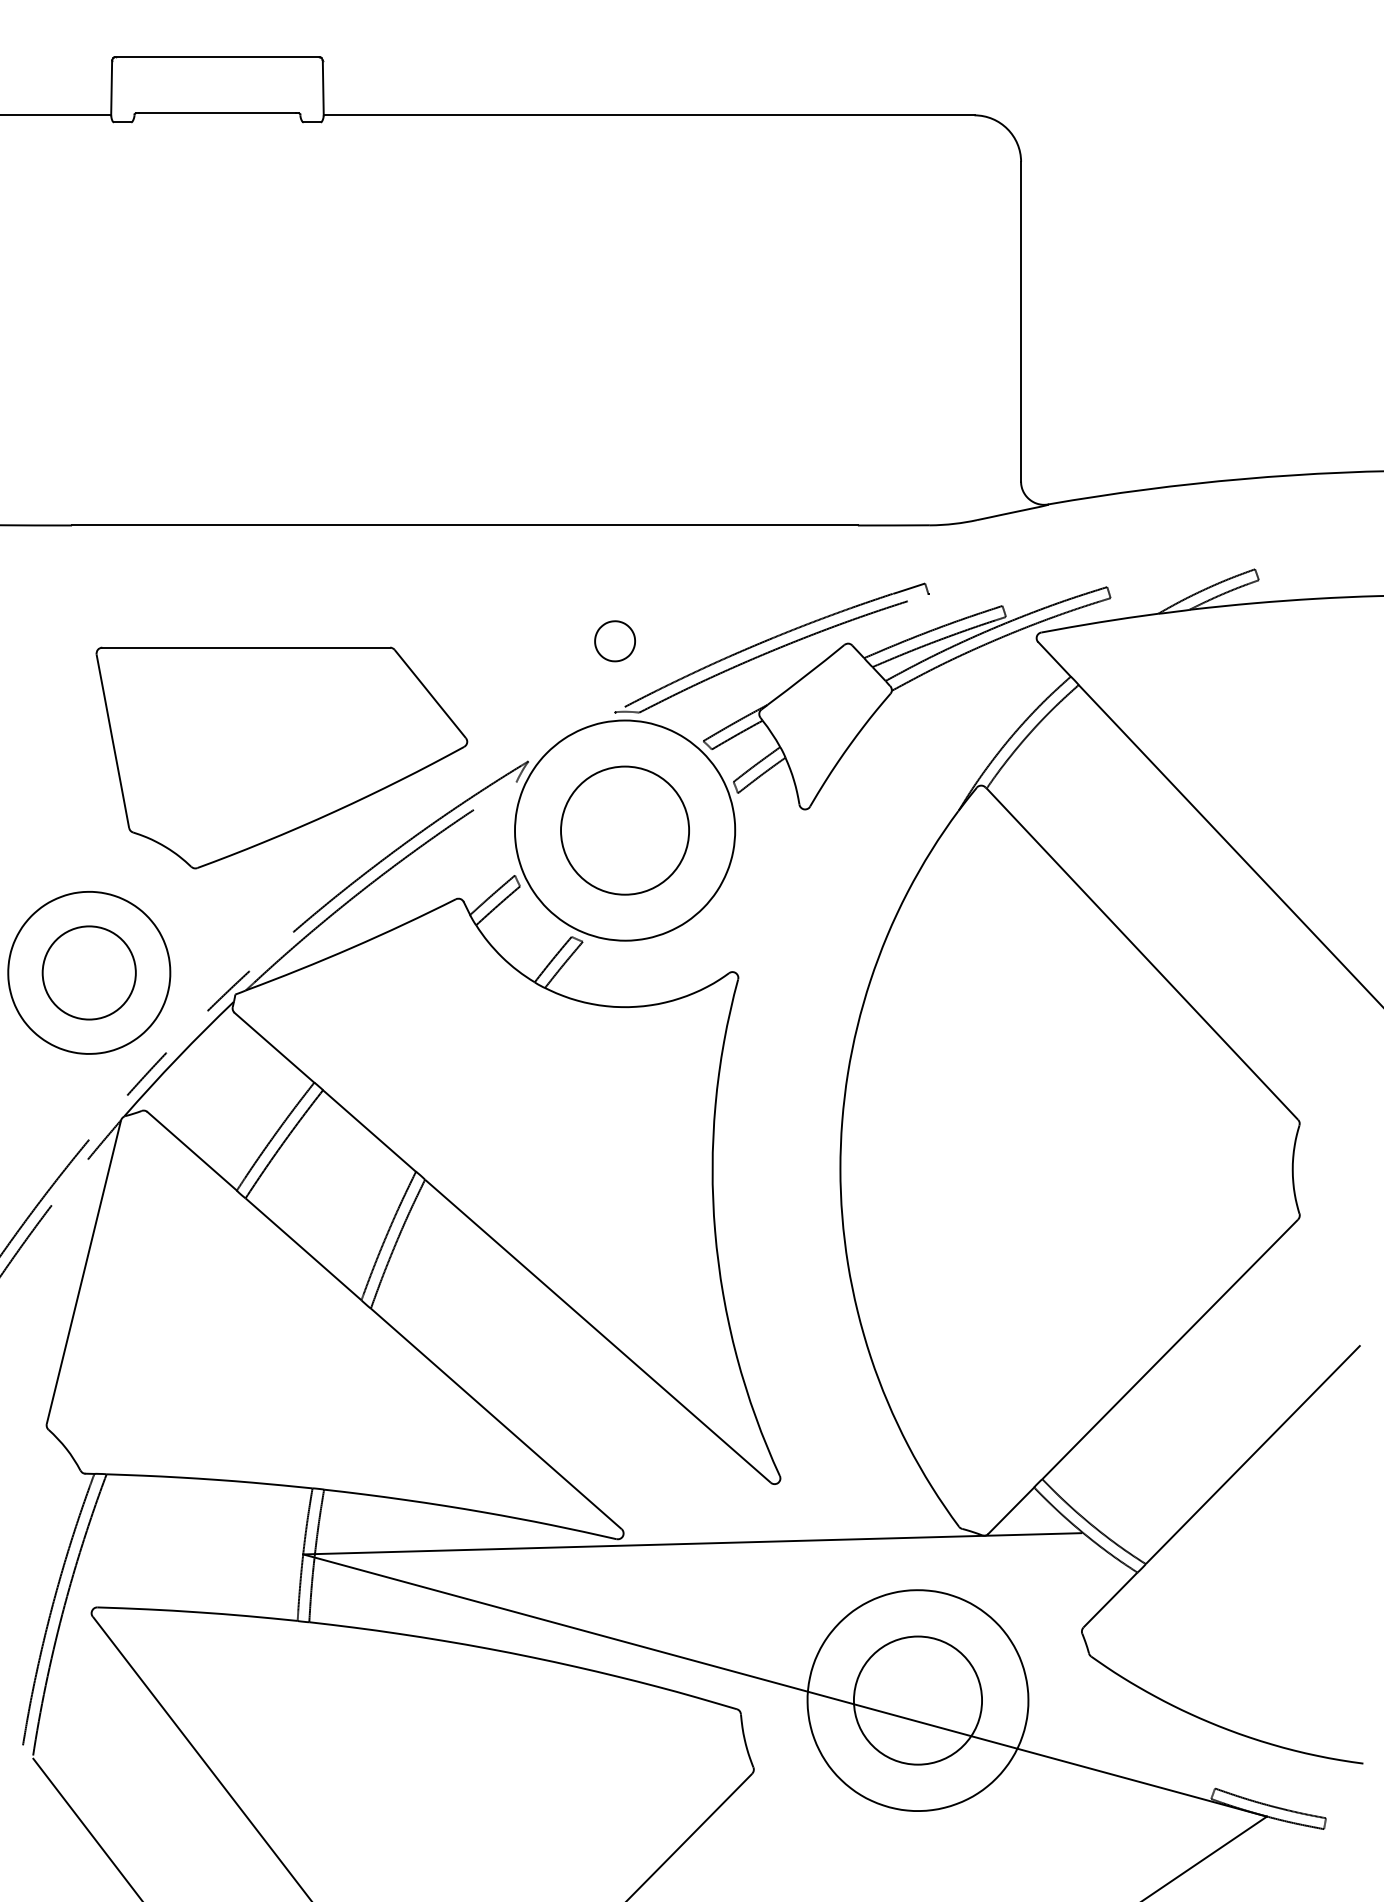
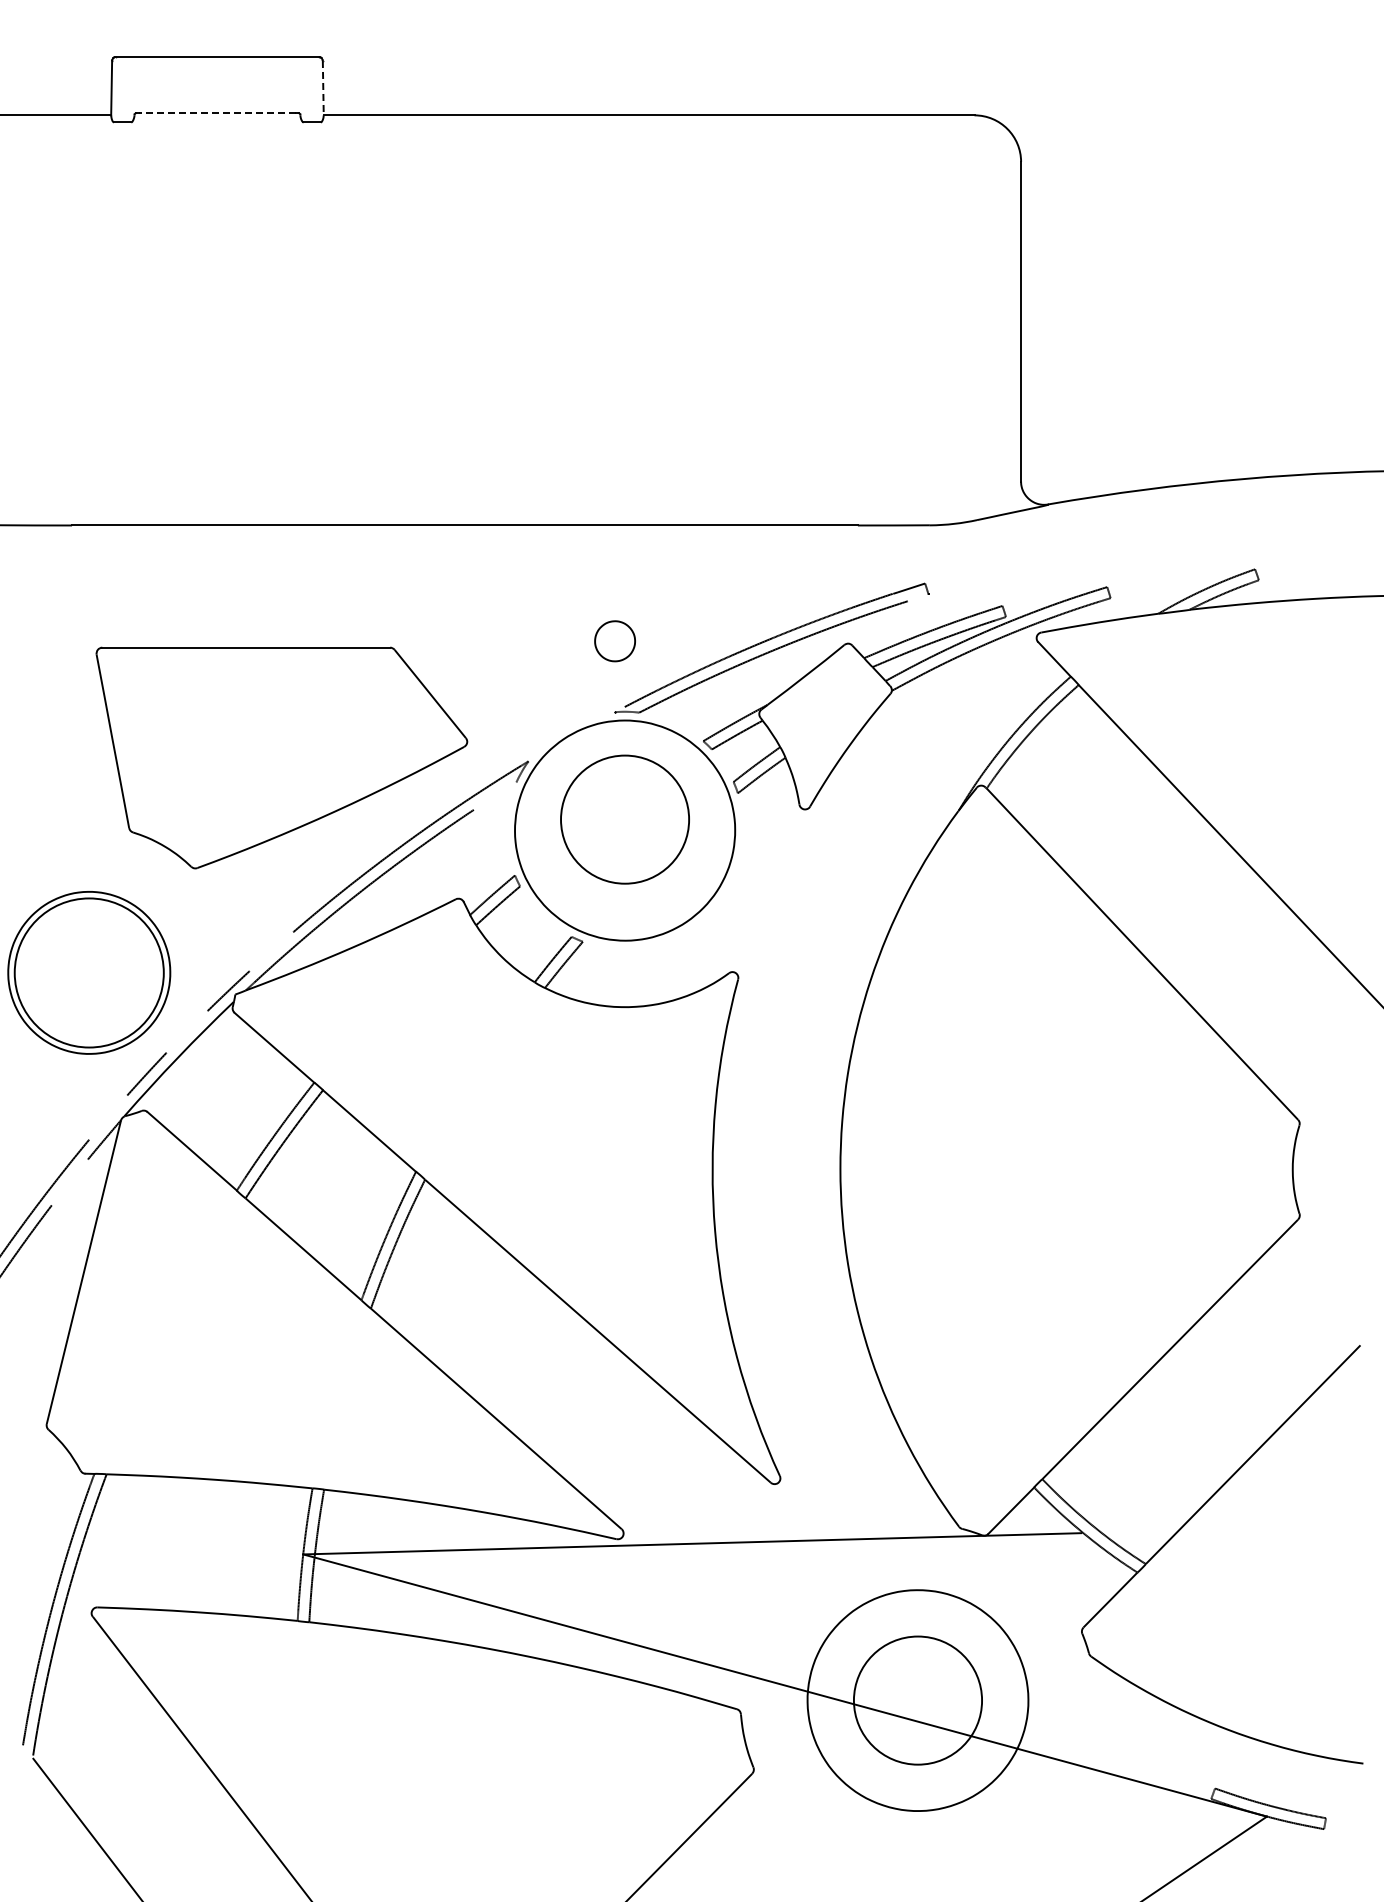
line at (323, 88): solid -> dashed
line at (217, 113): solid -> dashed
circle at (624, 830) position: (624, 830) -> (624, 819)
circle at (88, 972) diameter: 93 px -> 149 px
